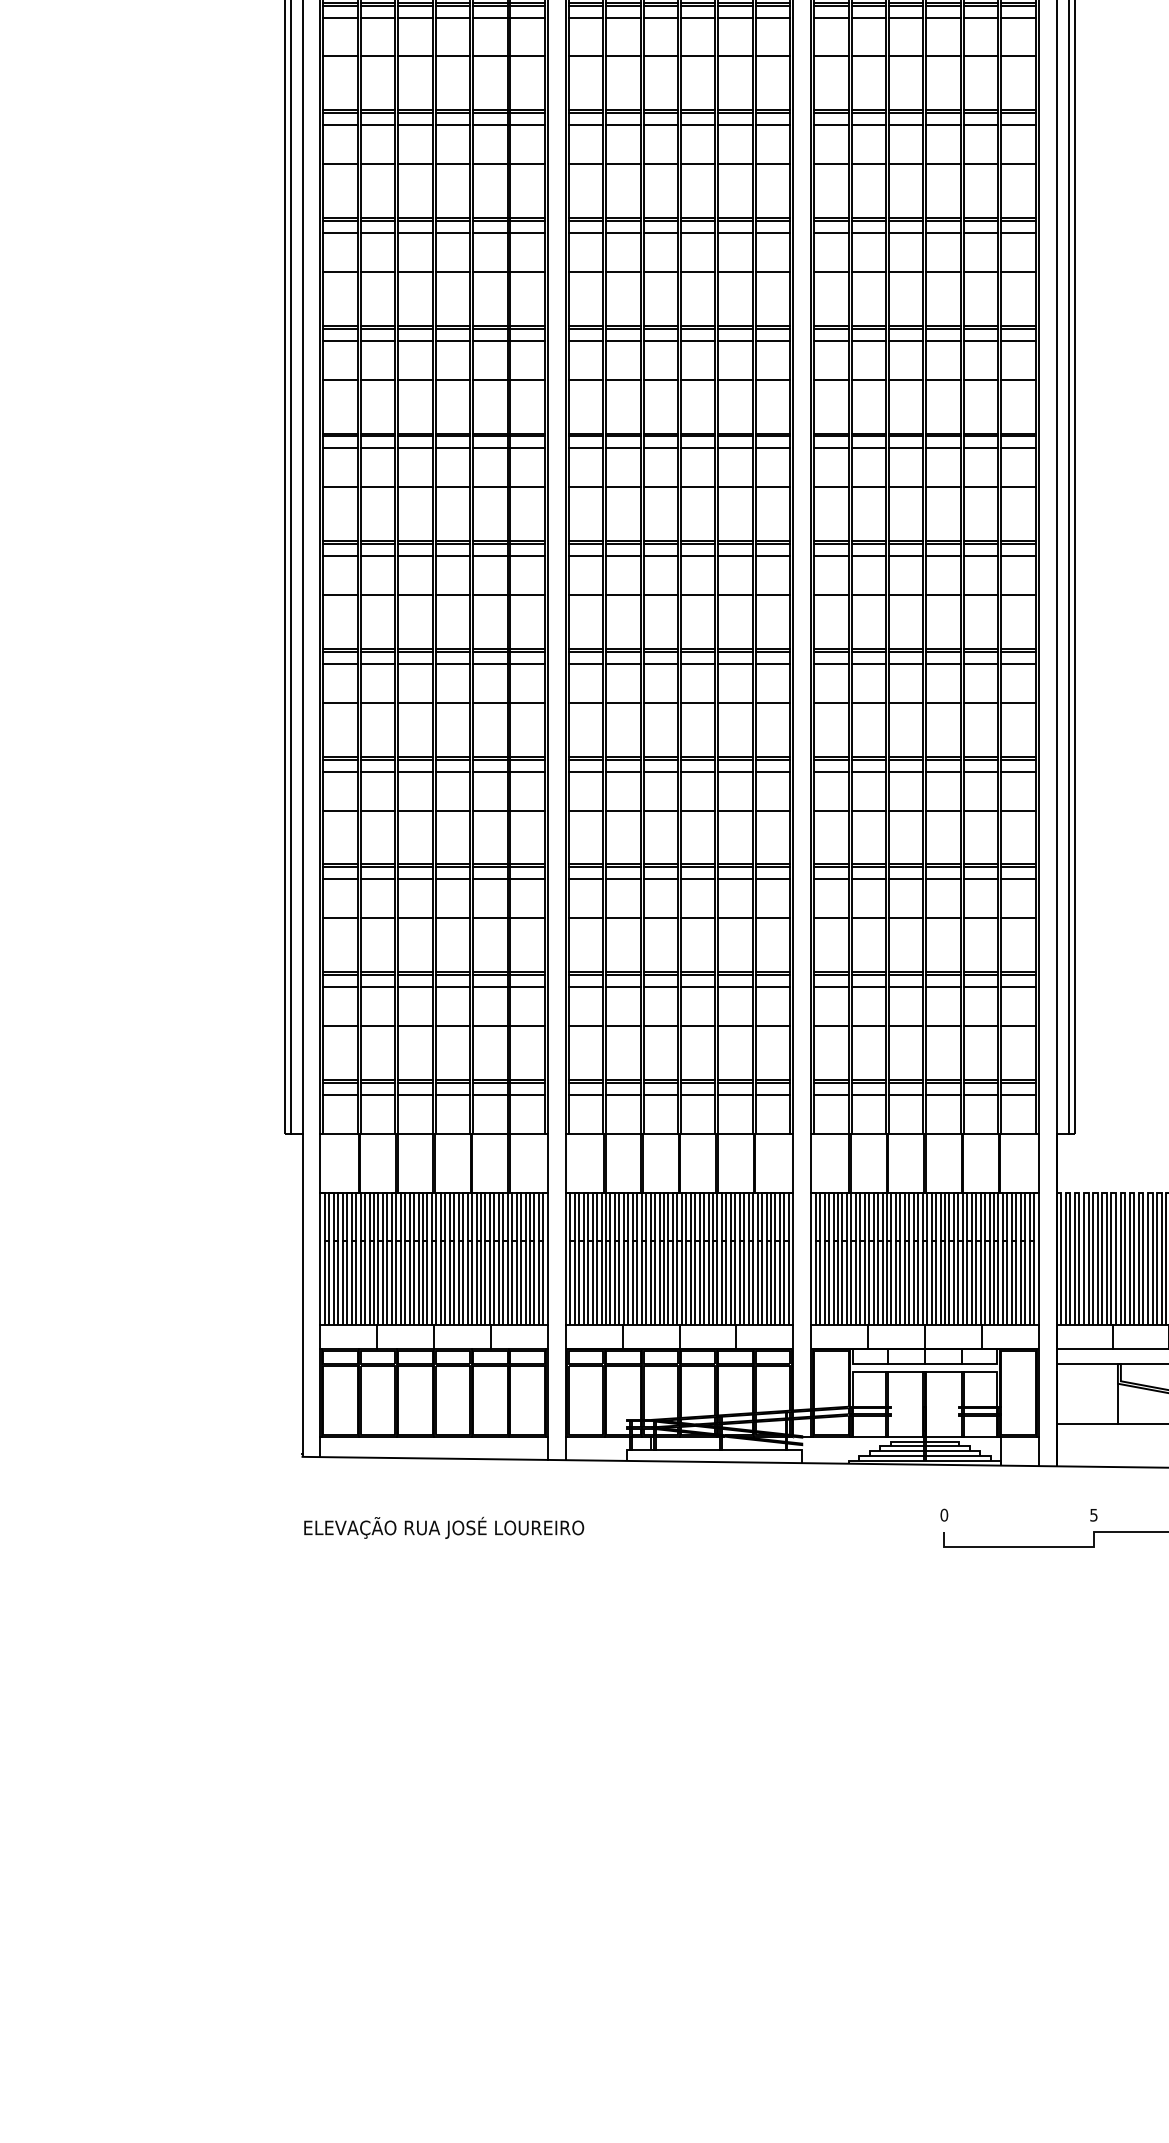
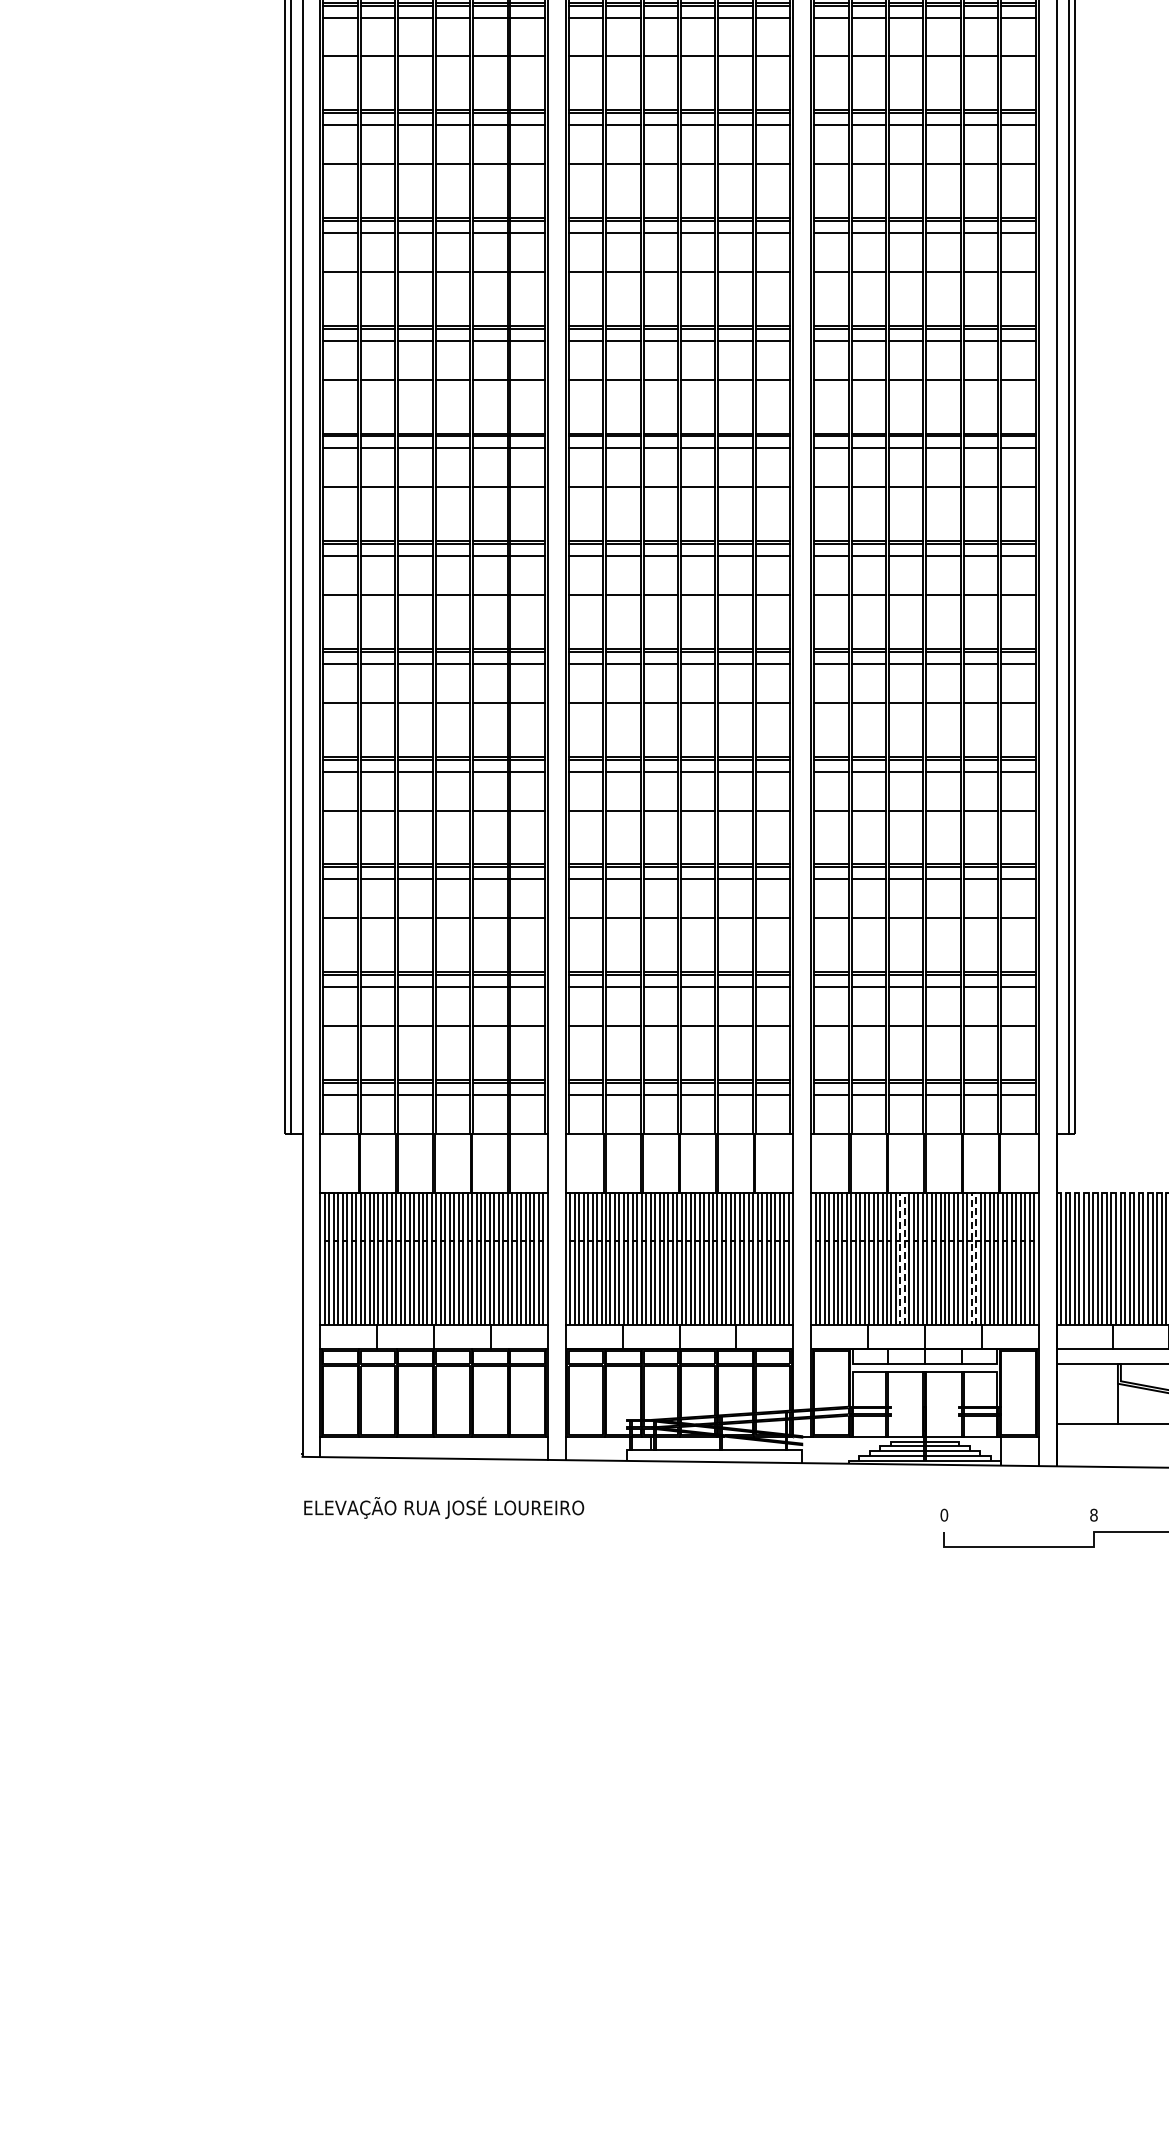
line at (902, 1193): solid -> dashed
line at (973, 1193): solid -> dashed
text at (1093, 1514): 5 -> 8
text at (444, 1527) position: (444, 1527) -> (444, 1507)
